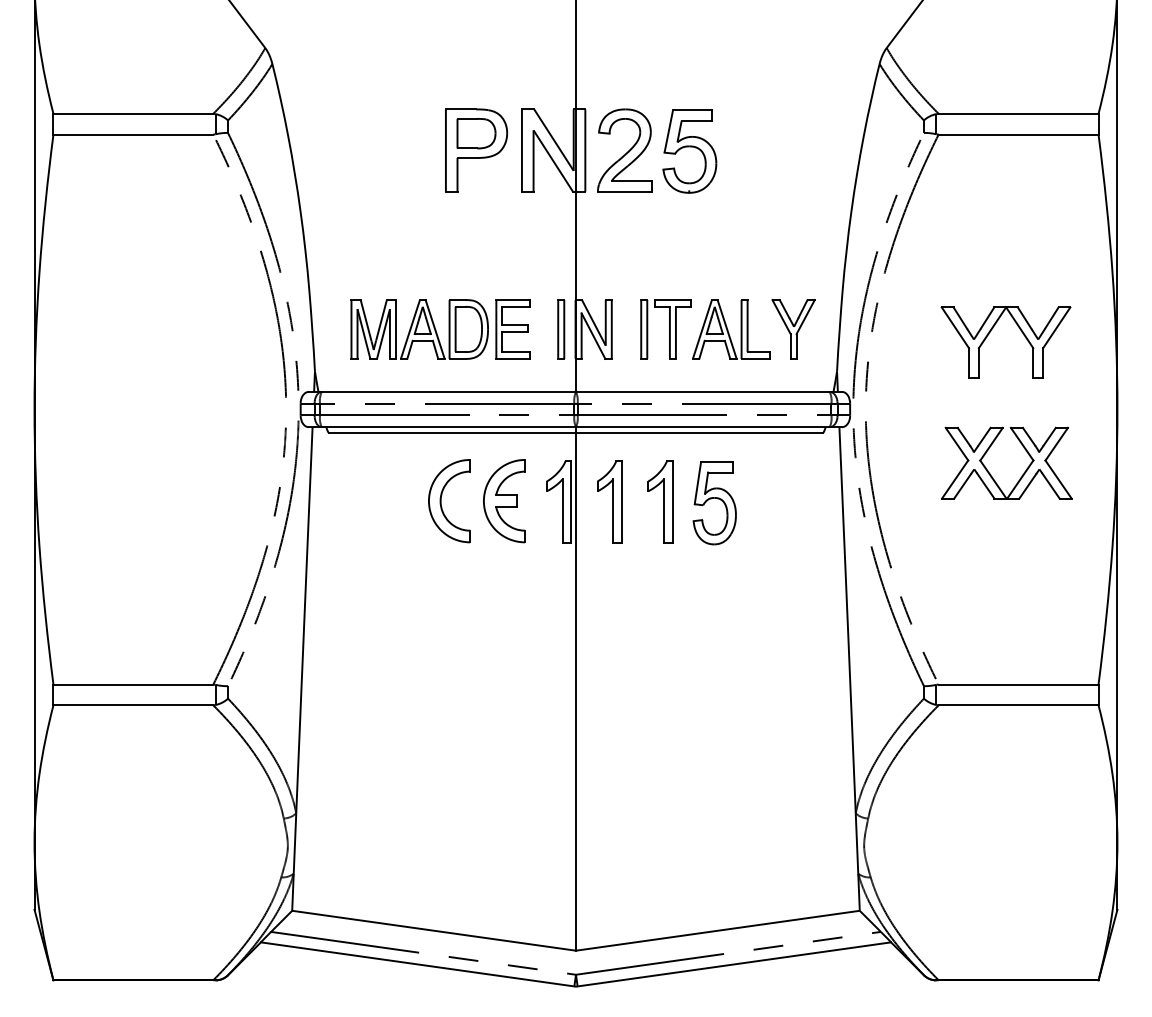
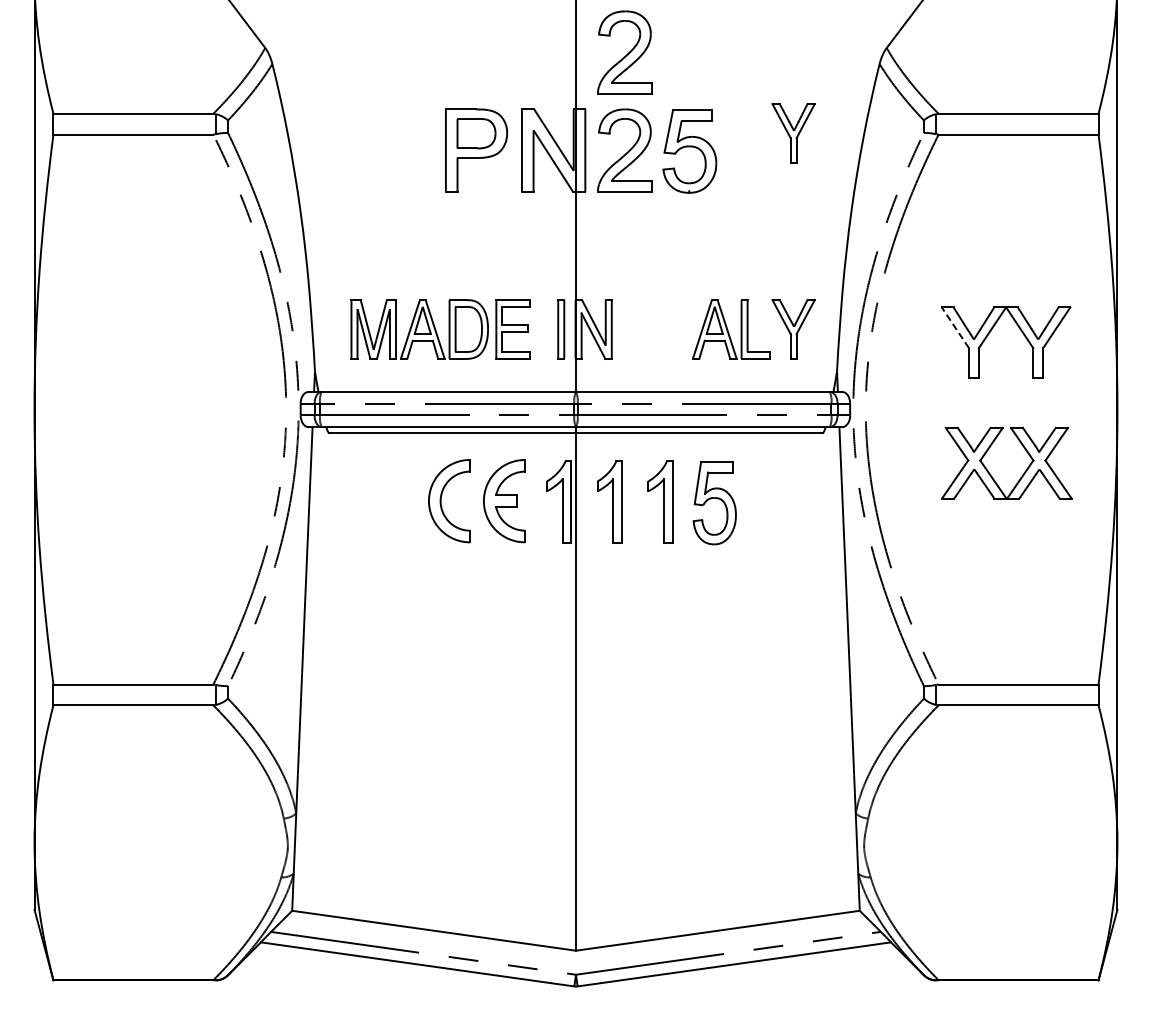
part at (624, 52): none -> present
part at (793, 133): none -> present
line at (955, 327): solid -> dashed
part at (665, 329): present -> none
